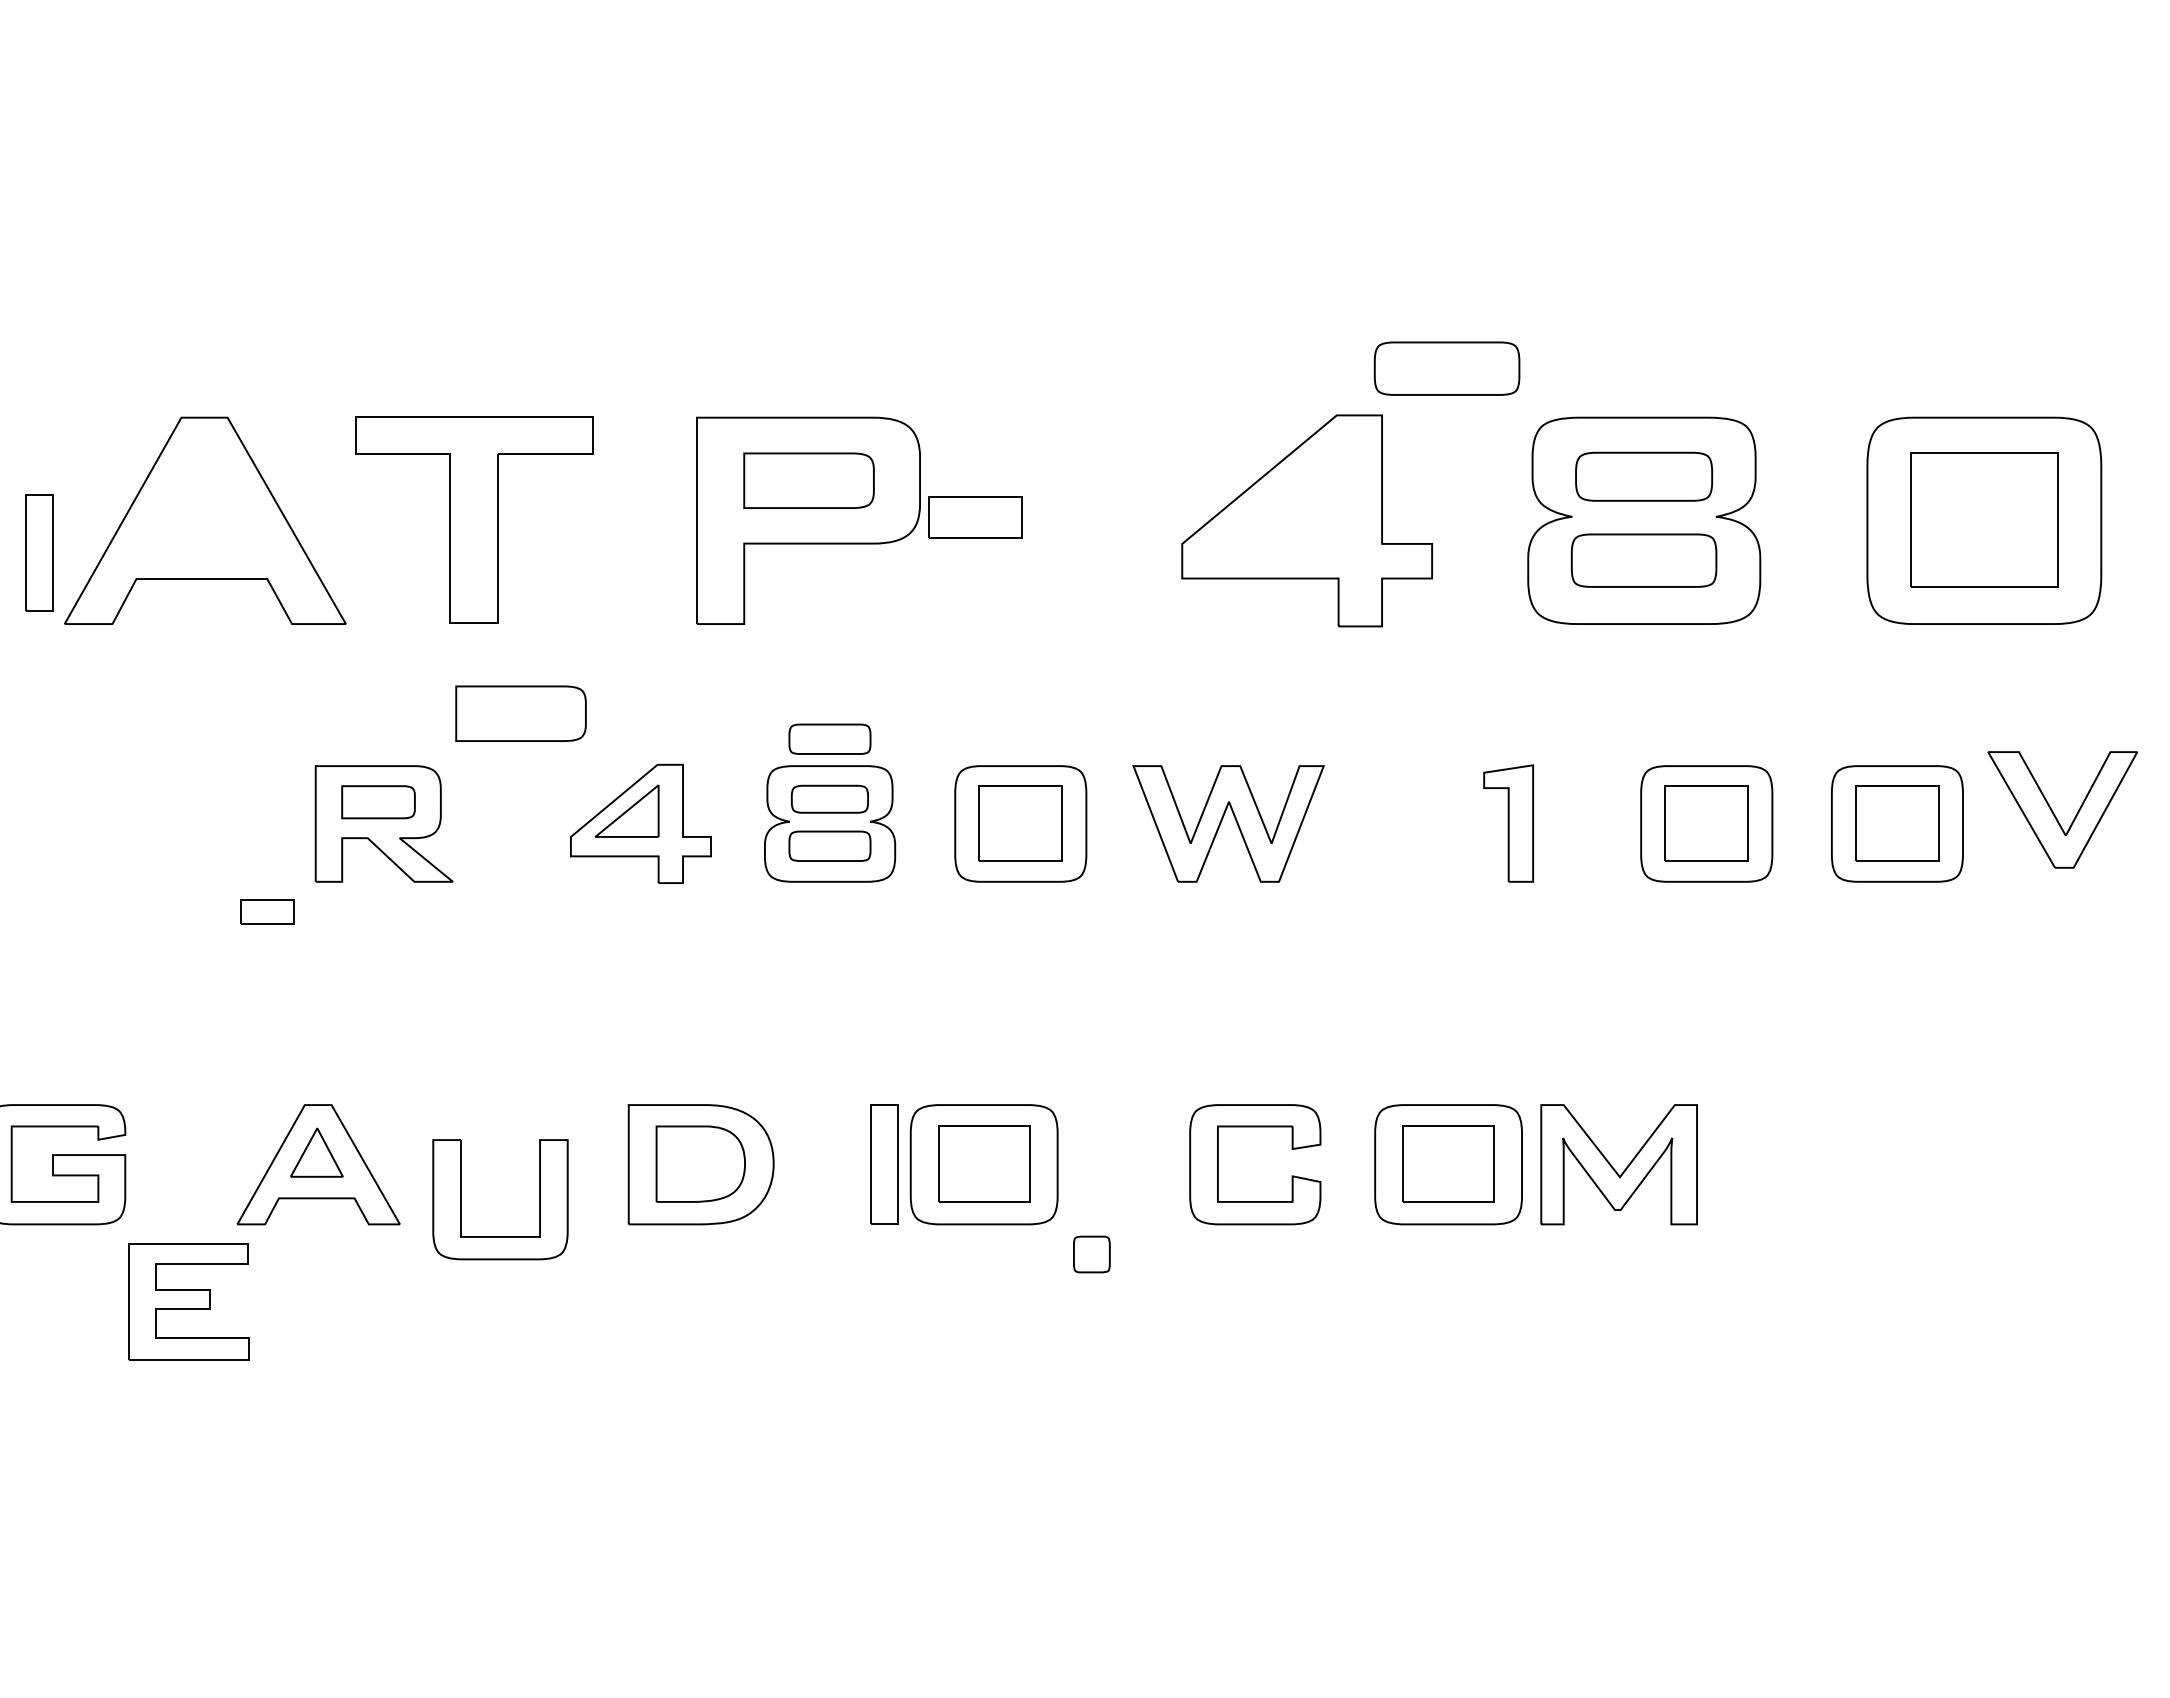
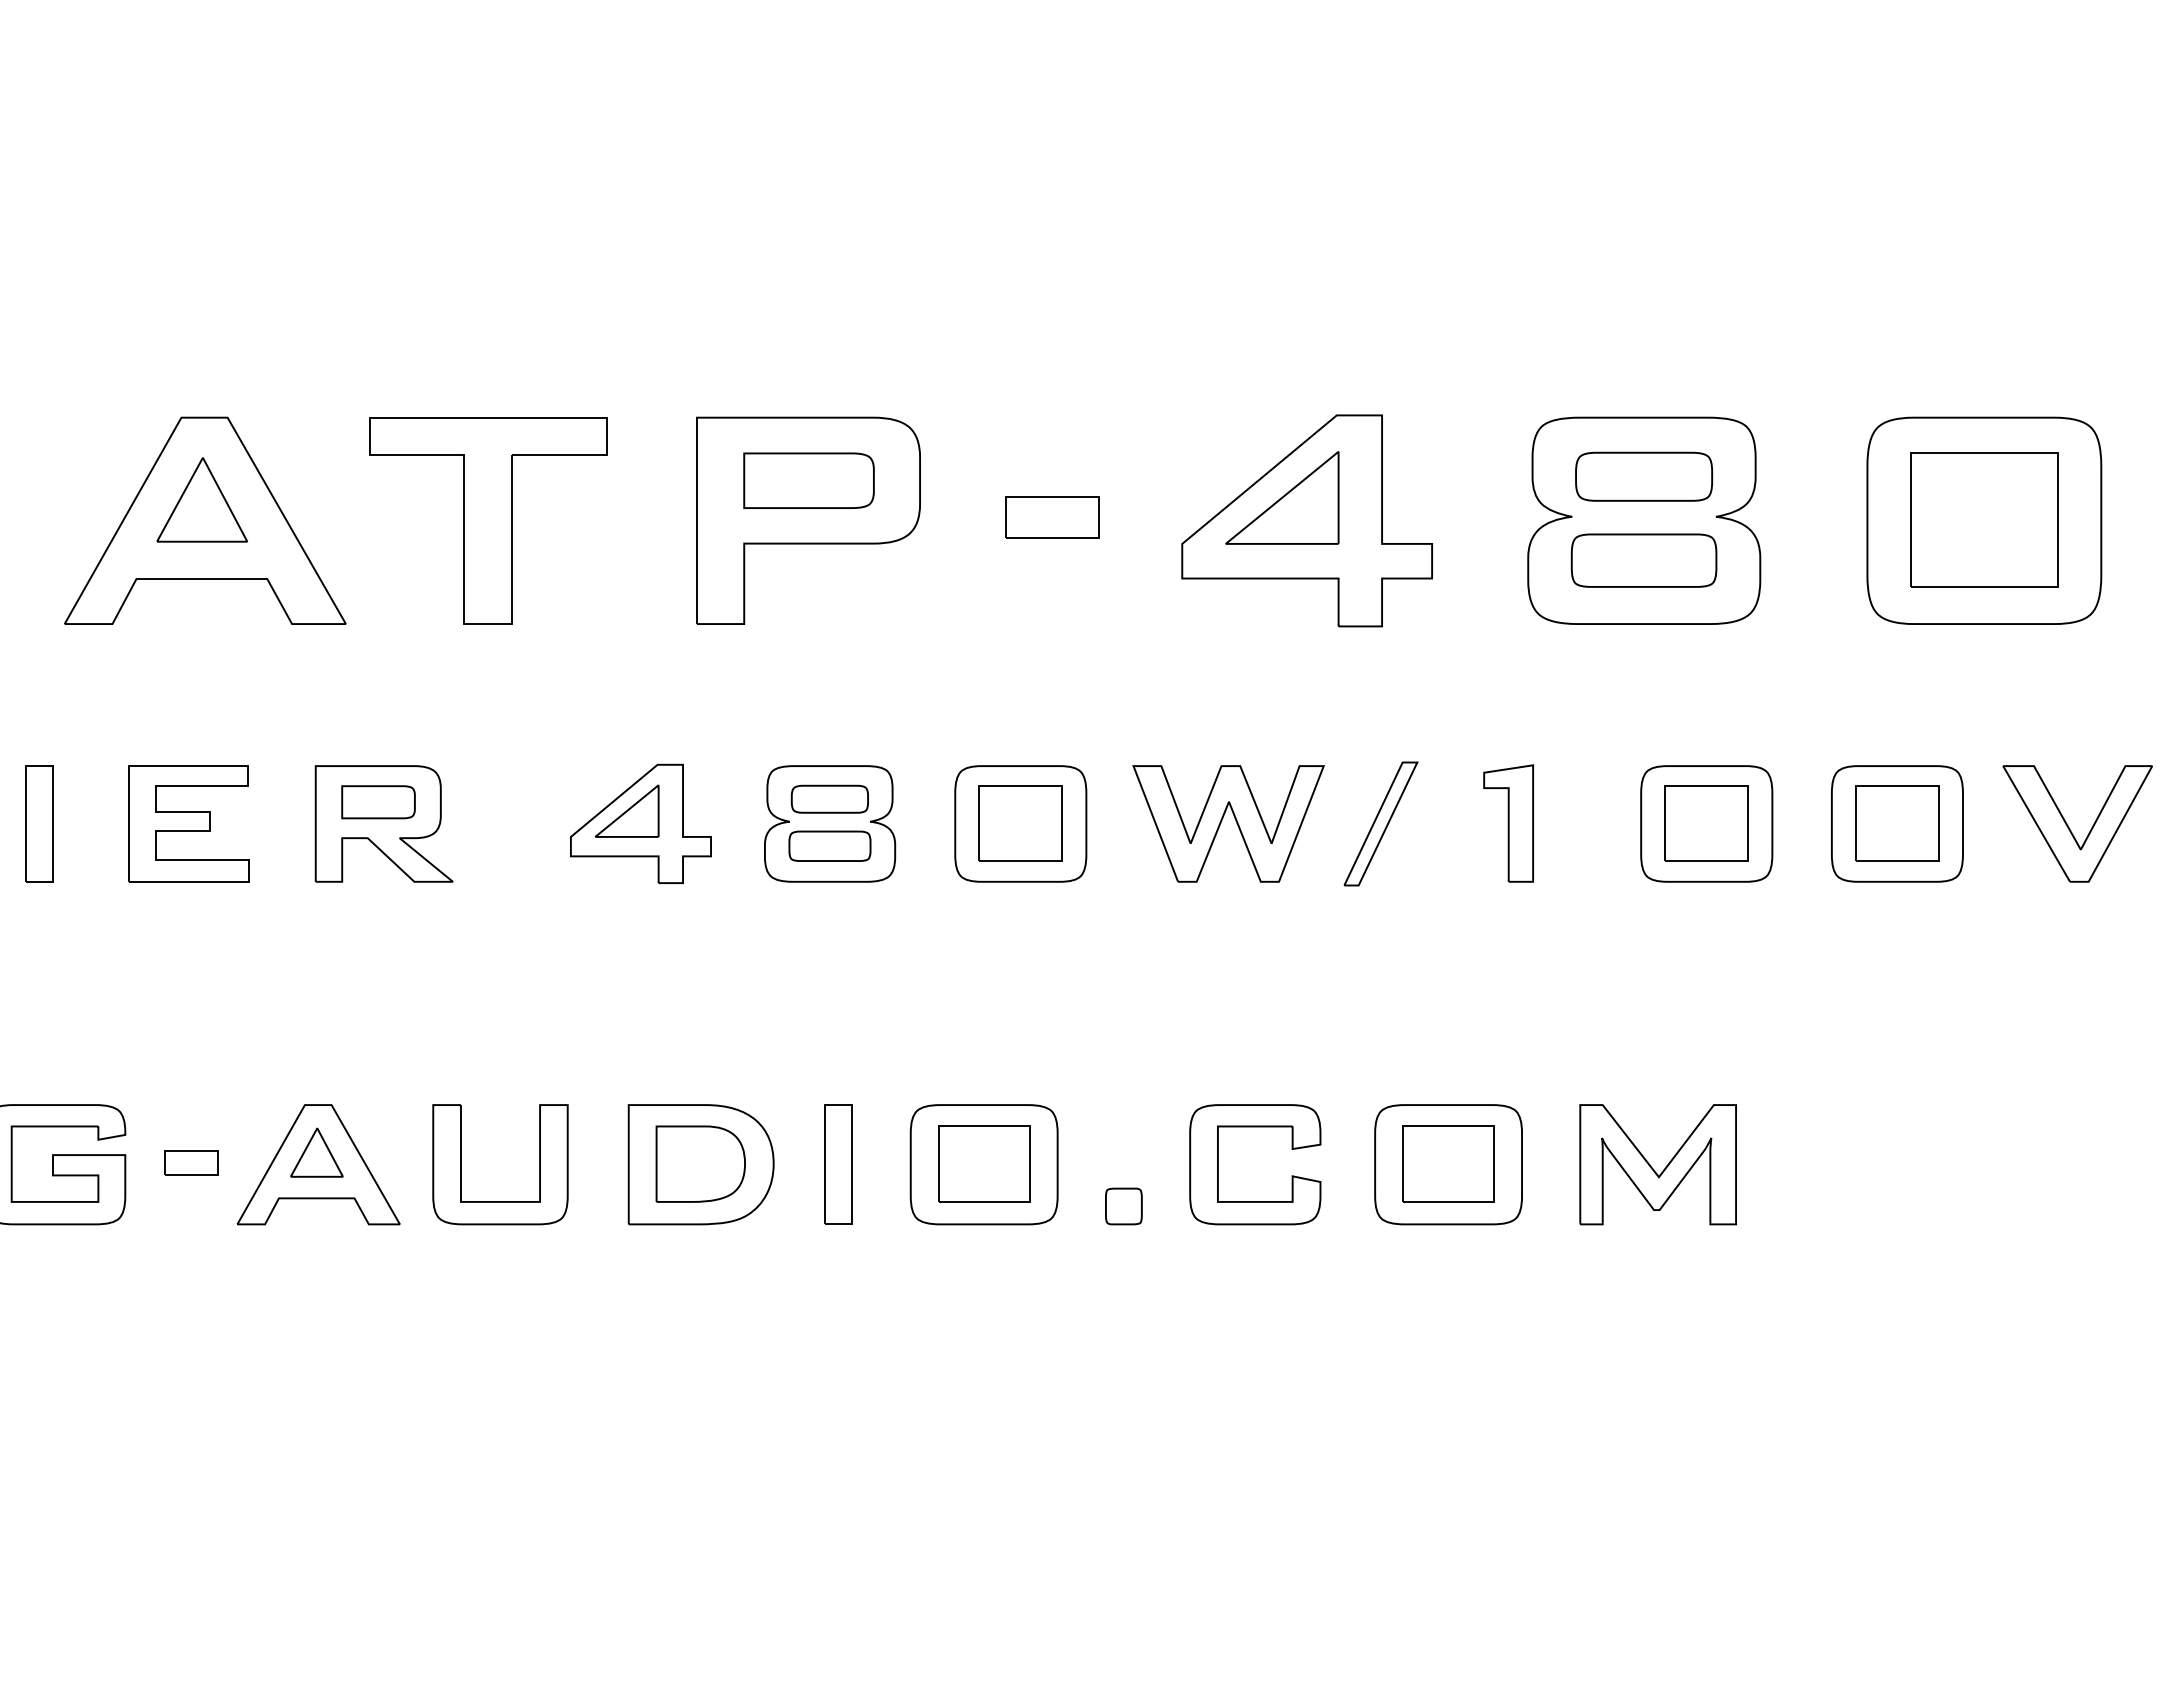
part at (1446, 368): present -> none
part at (1282, 497): none -> present
part at (201, 499): none -> present
part at (975, 517) position: (975, 517) -> (1052, 517)
part at (474, 519) position: (474, 519) -> (488, 520)
part at (39, 552) position: (39, 552) -> (39, 823)
part at (520, 713): present -> none
part at (829, 738): present -> none
part at (2054, 813) position: (2054, 813) -> (2069, 827)
part at (1380, 823): none -> present
part at (267, 911) position: (267, 911) -> (191, 1162)
part at (884, 1164) position: (884, 1164) -> (838, 1164)
part at (1618, 1164) position: (1618, 1164) -> (1657, 1164)
part at (500, 1236) position: (500, 1236) -> (500, 1201)
part at (1091, 1254) position: (1091, 1254) -> (1123, 1206)
part at (188, 1301) position: (188, 1301) -> (188, 823)
